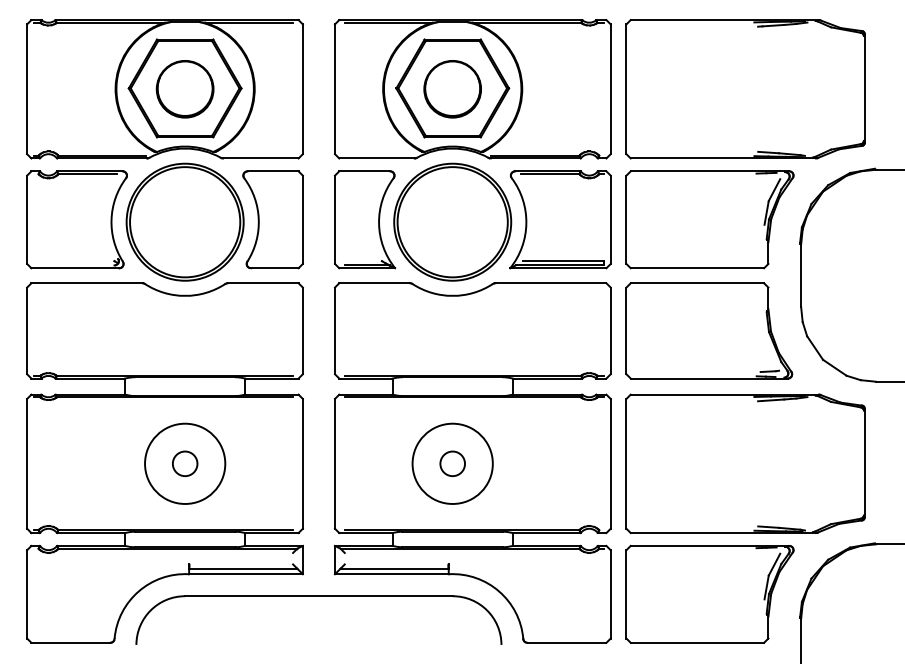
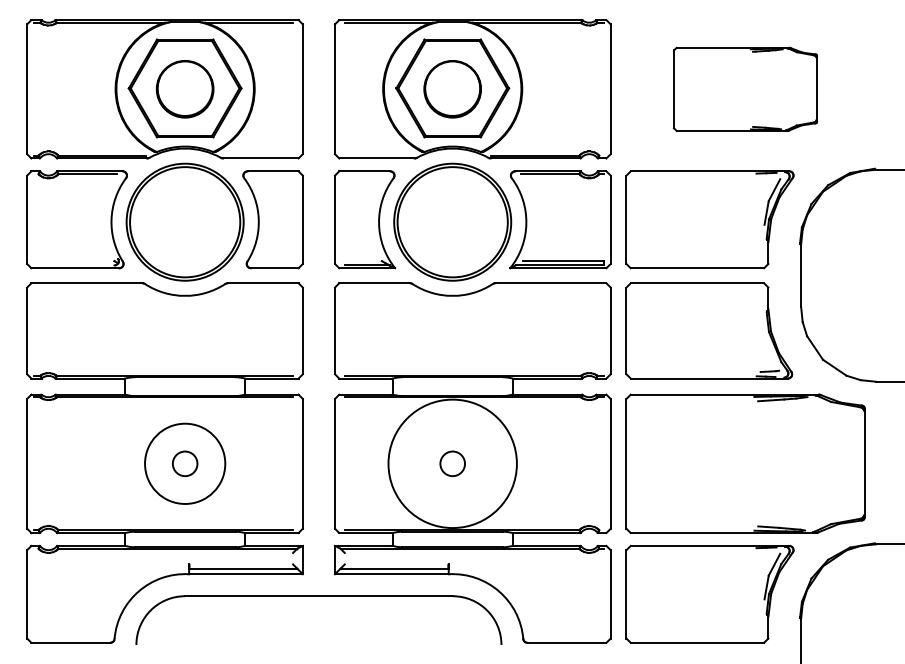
part at (745, 89) size: 241x141 px -> 145x86 px
circle at (452, 463) diameter: 80 px -> 128 px
